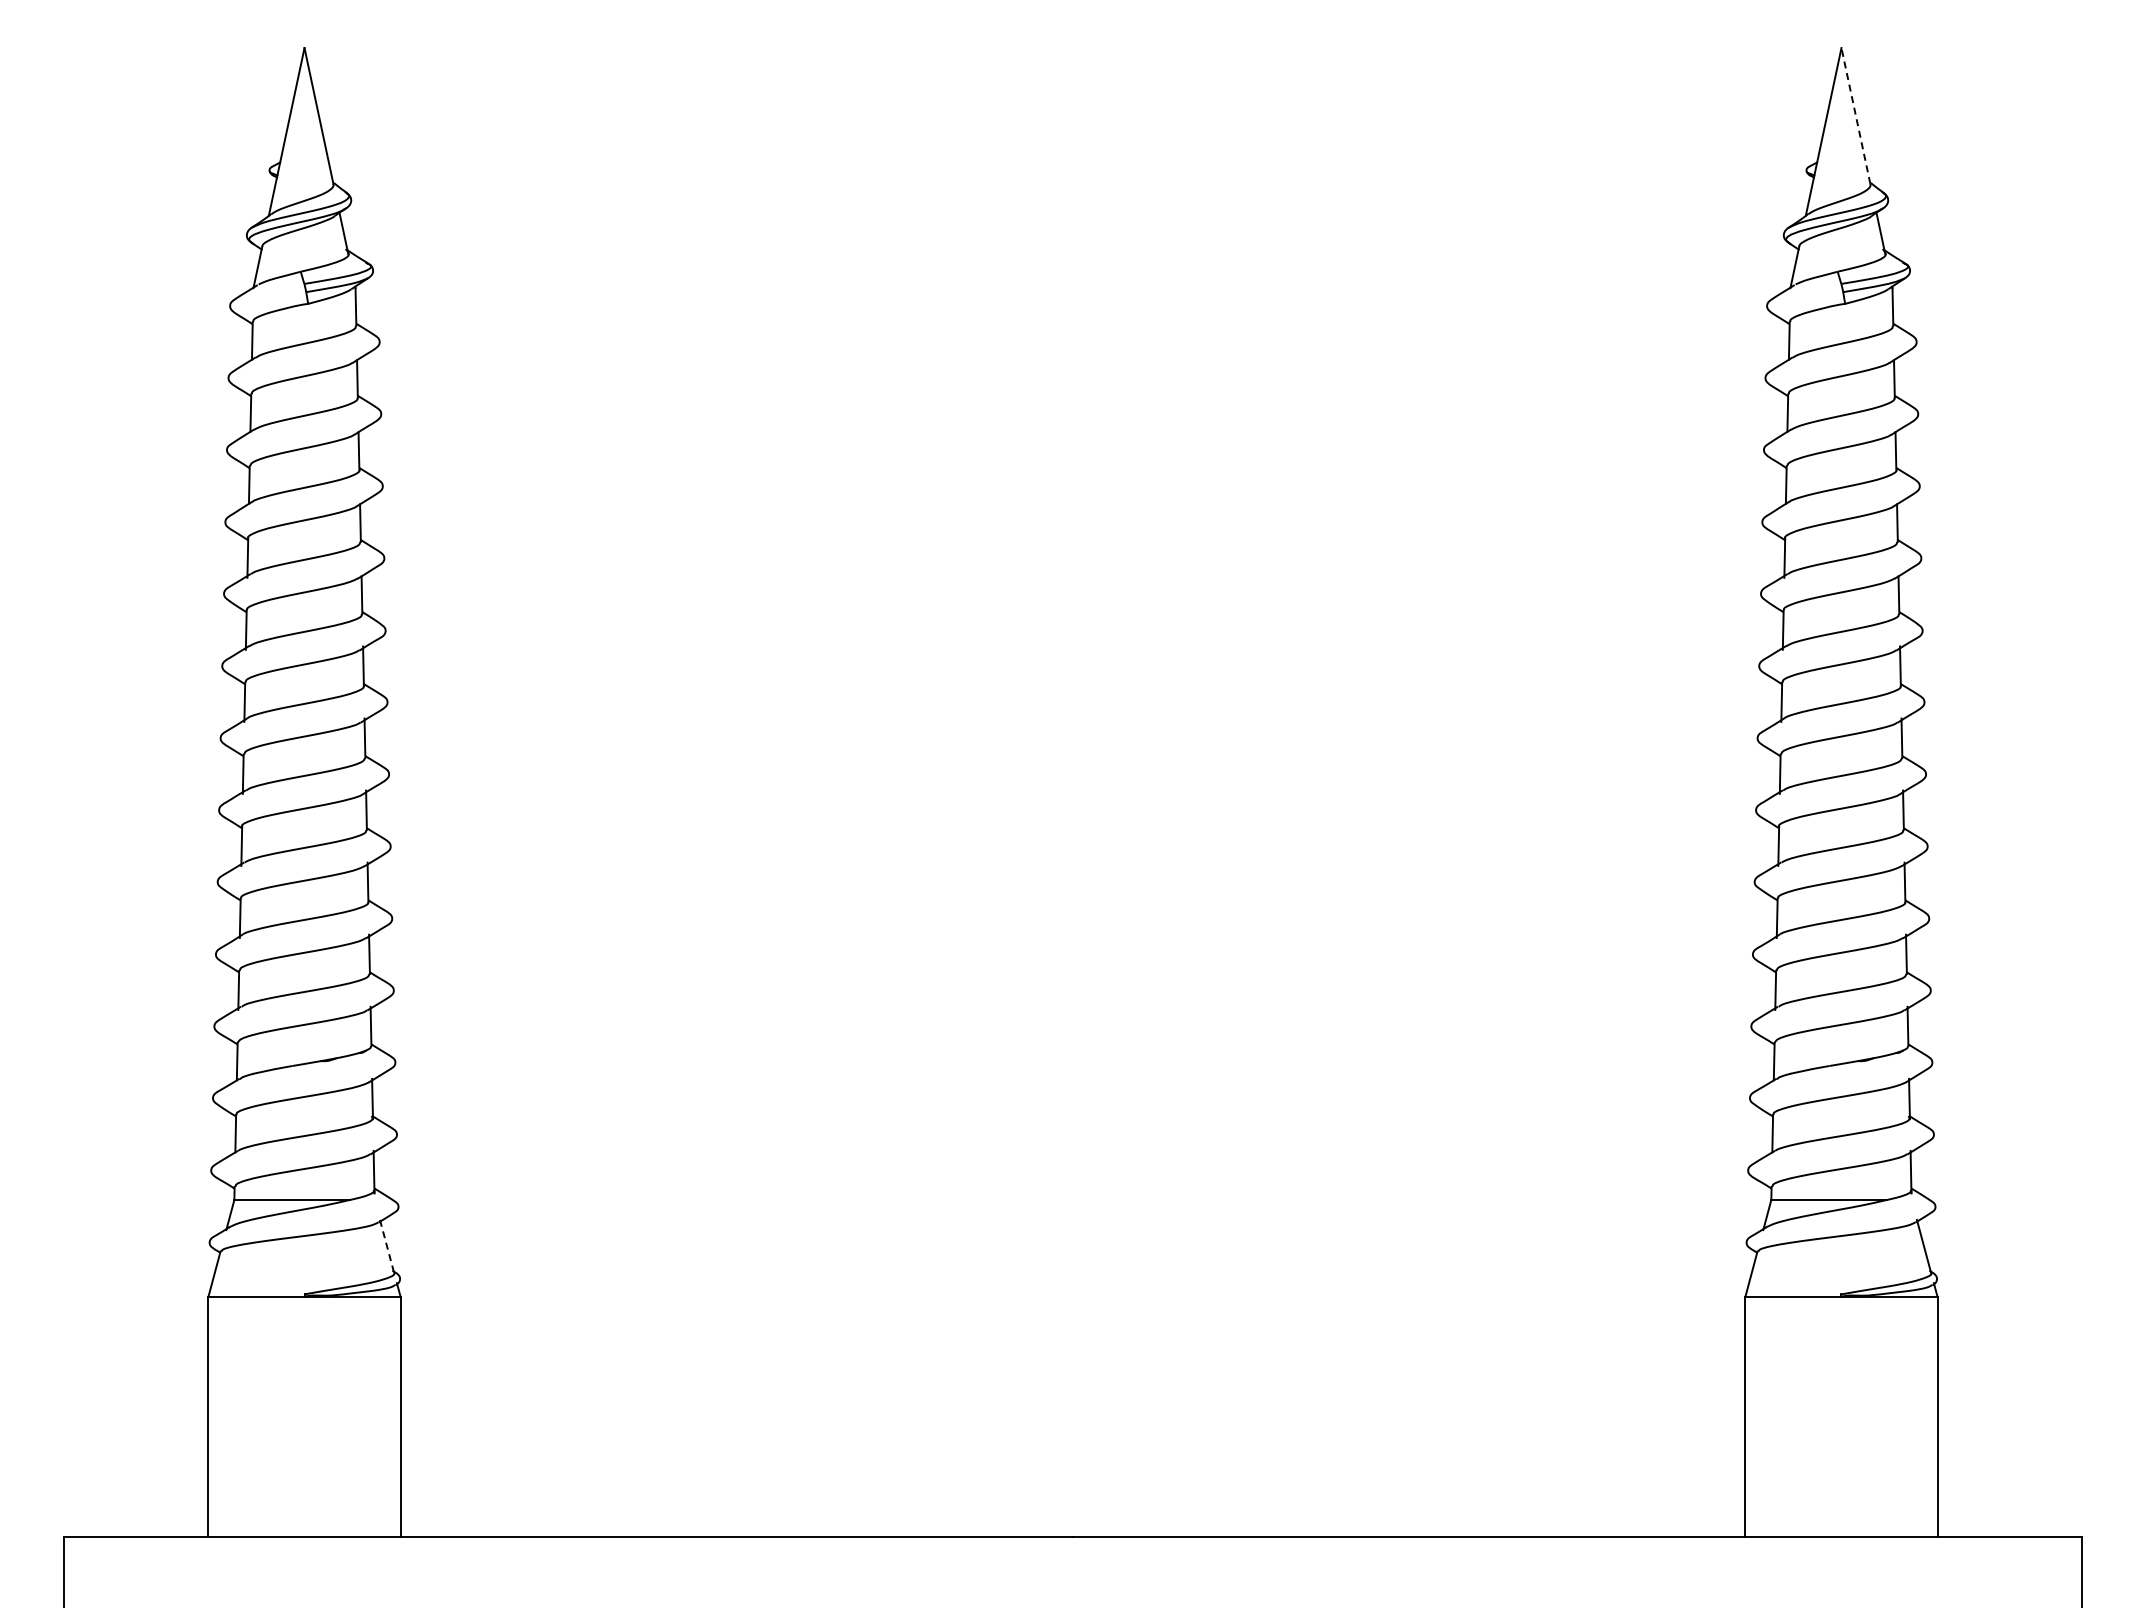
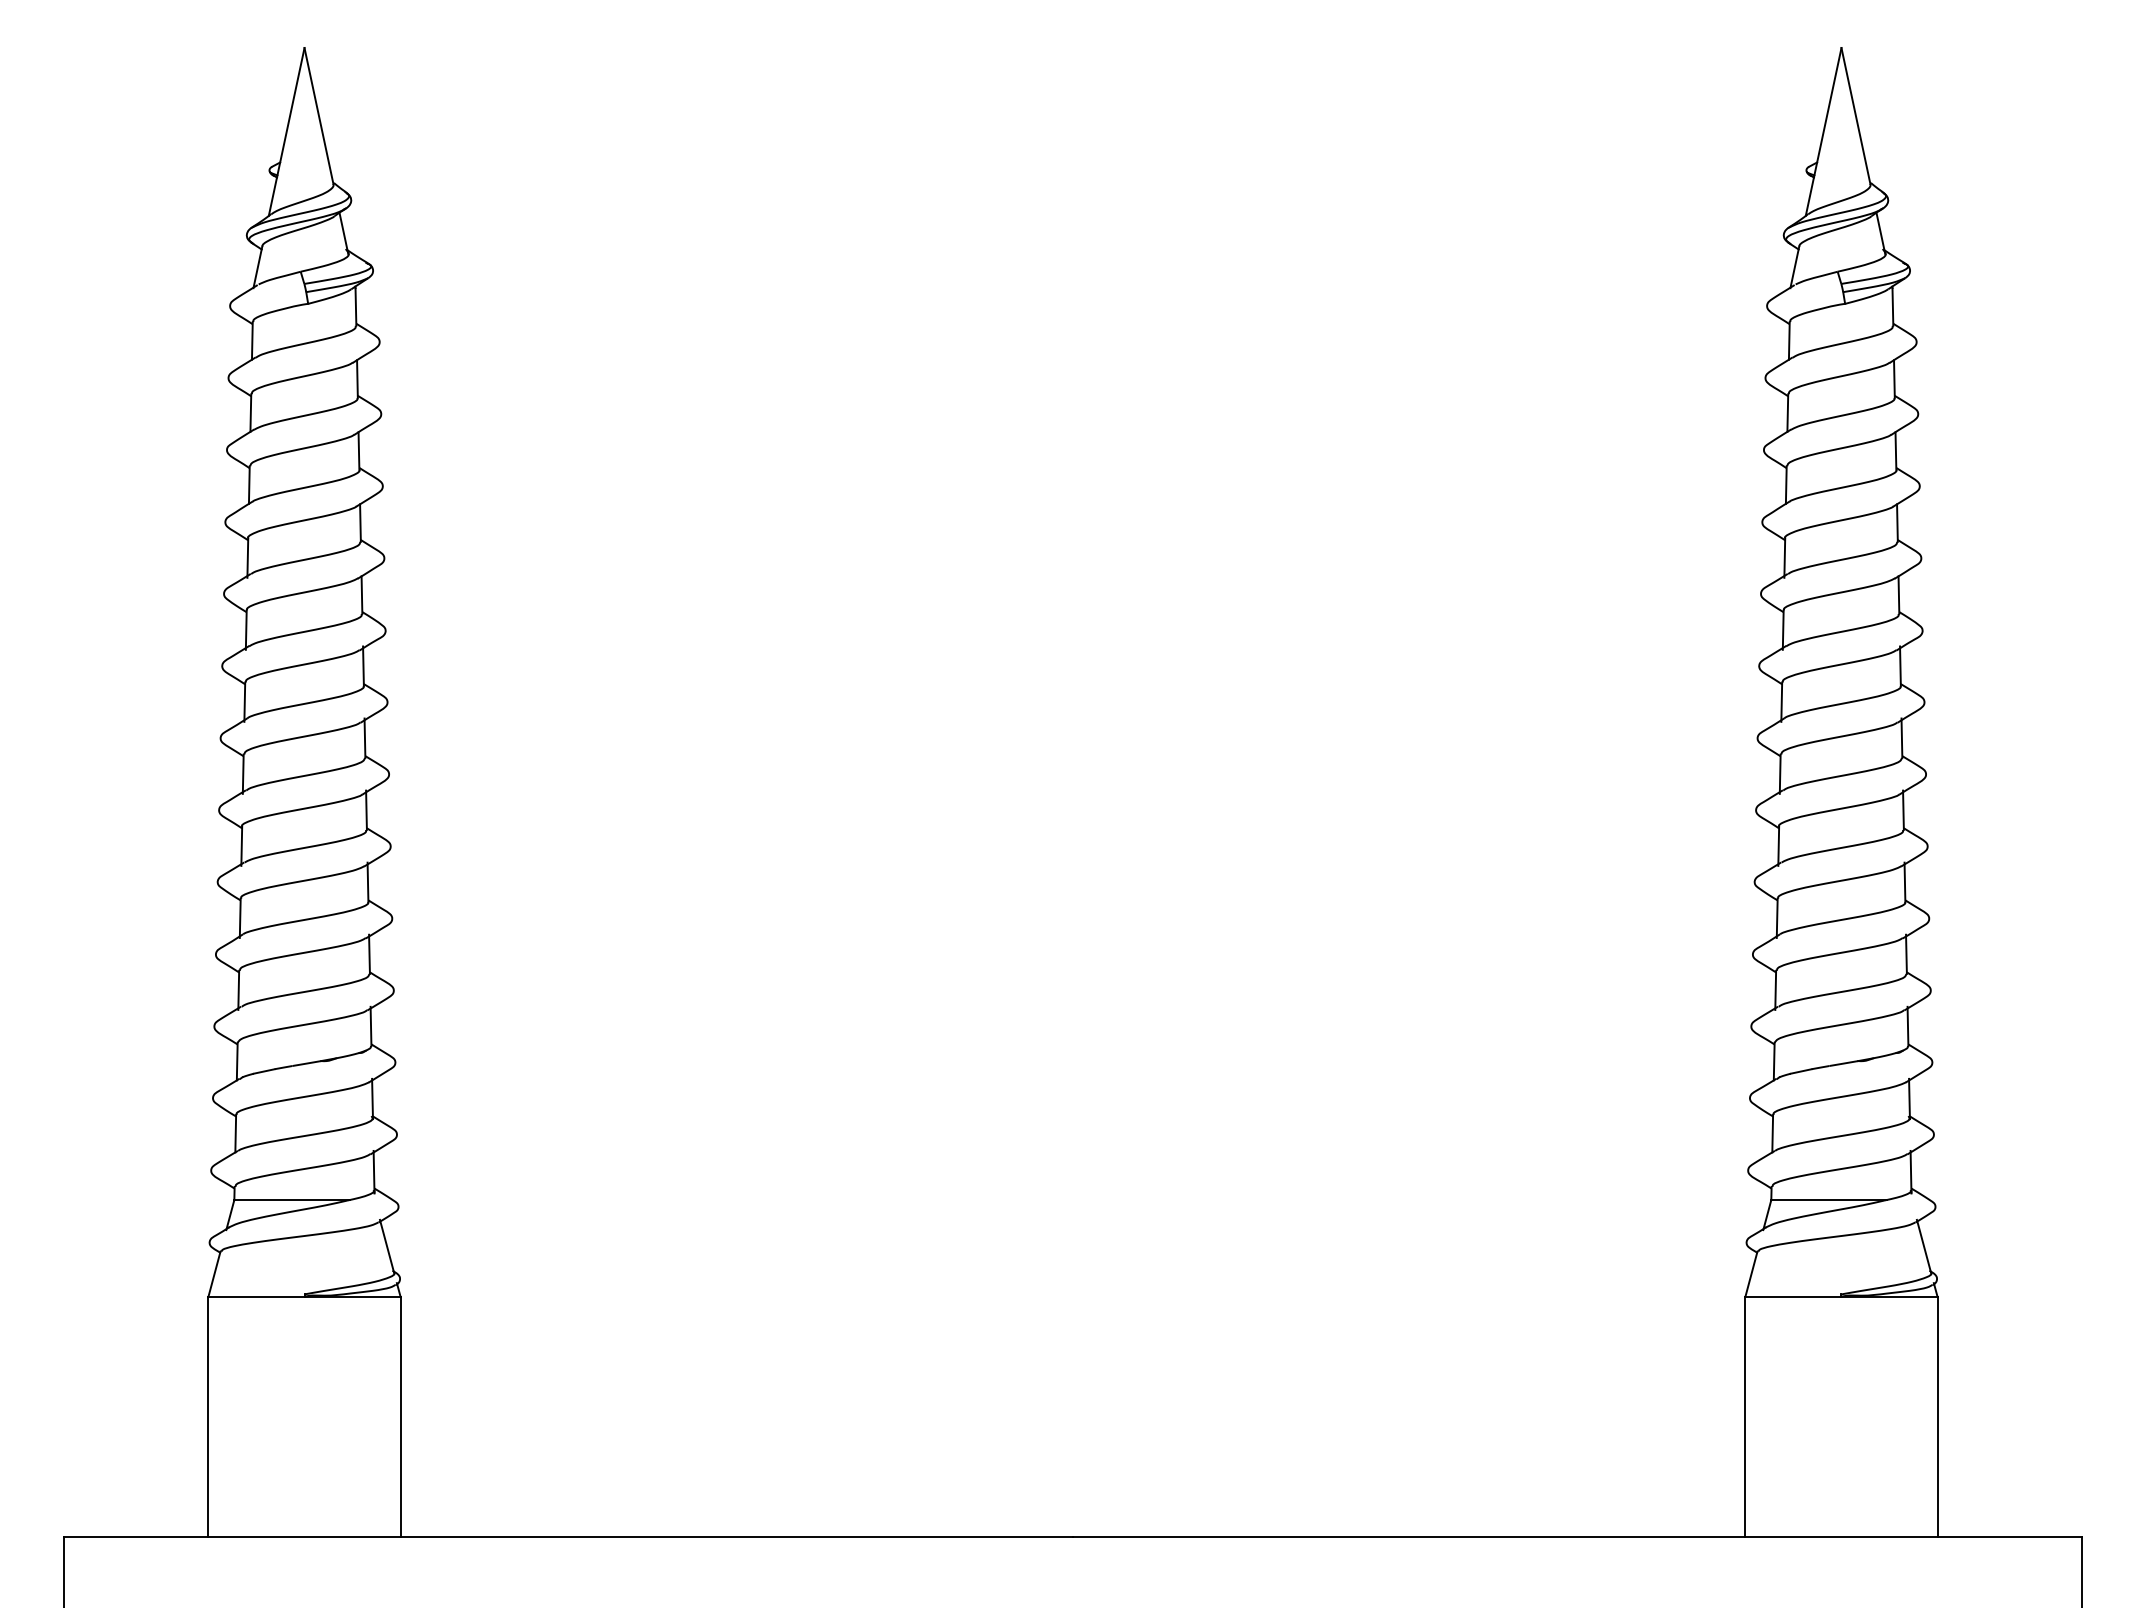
line at (1855, 115): dashed -> solid
line at (386, 1245): dashed -> solid
